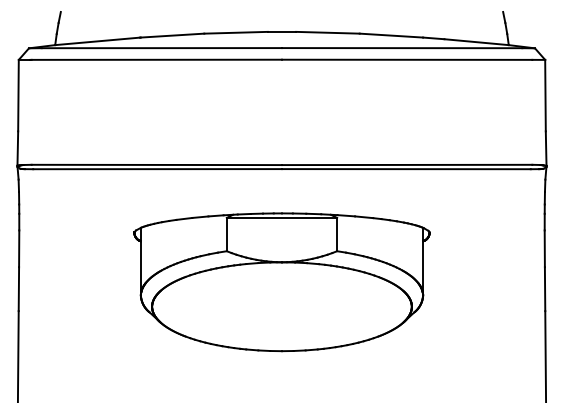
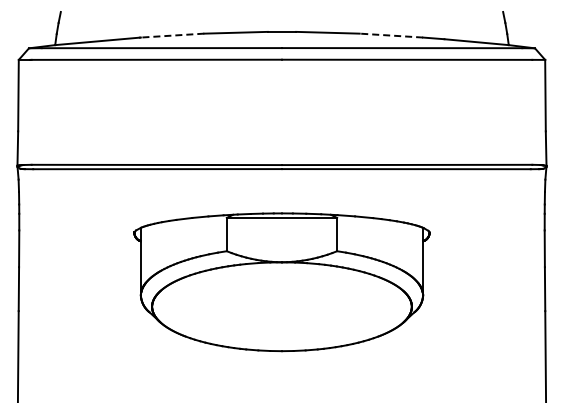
line at (172, 35): solid -> dashed
line at (391, 35): solid -> dashed
